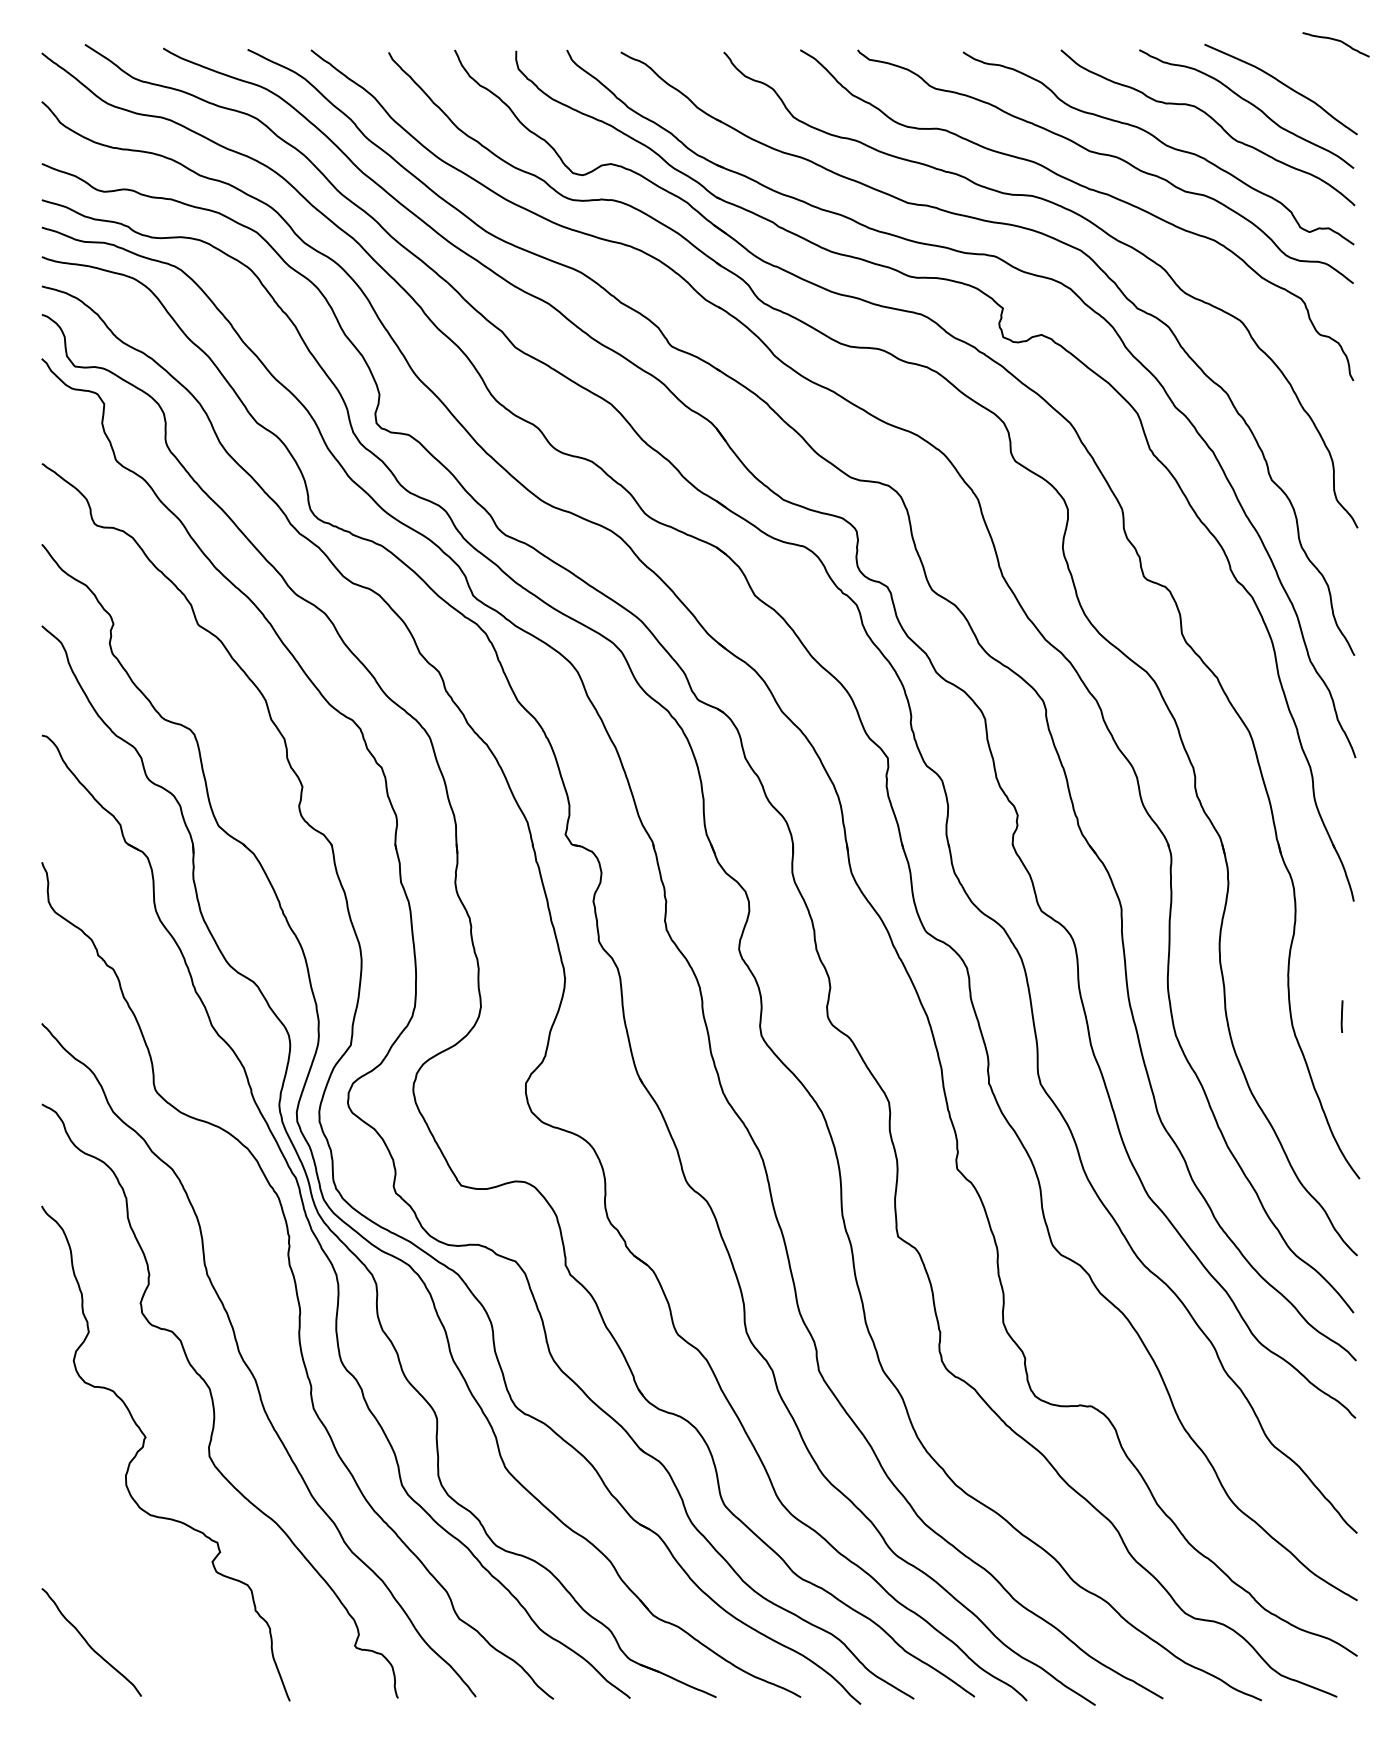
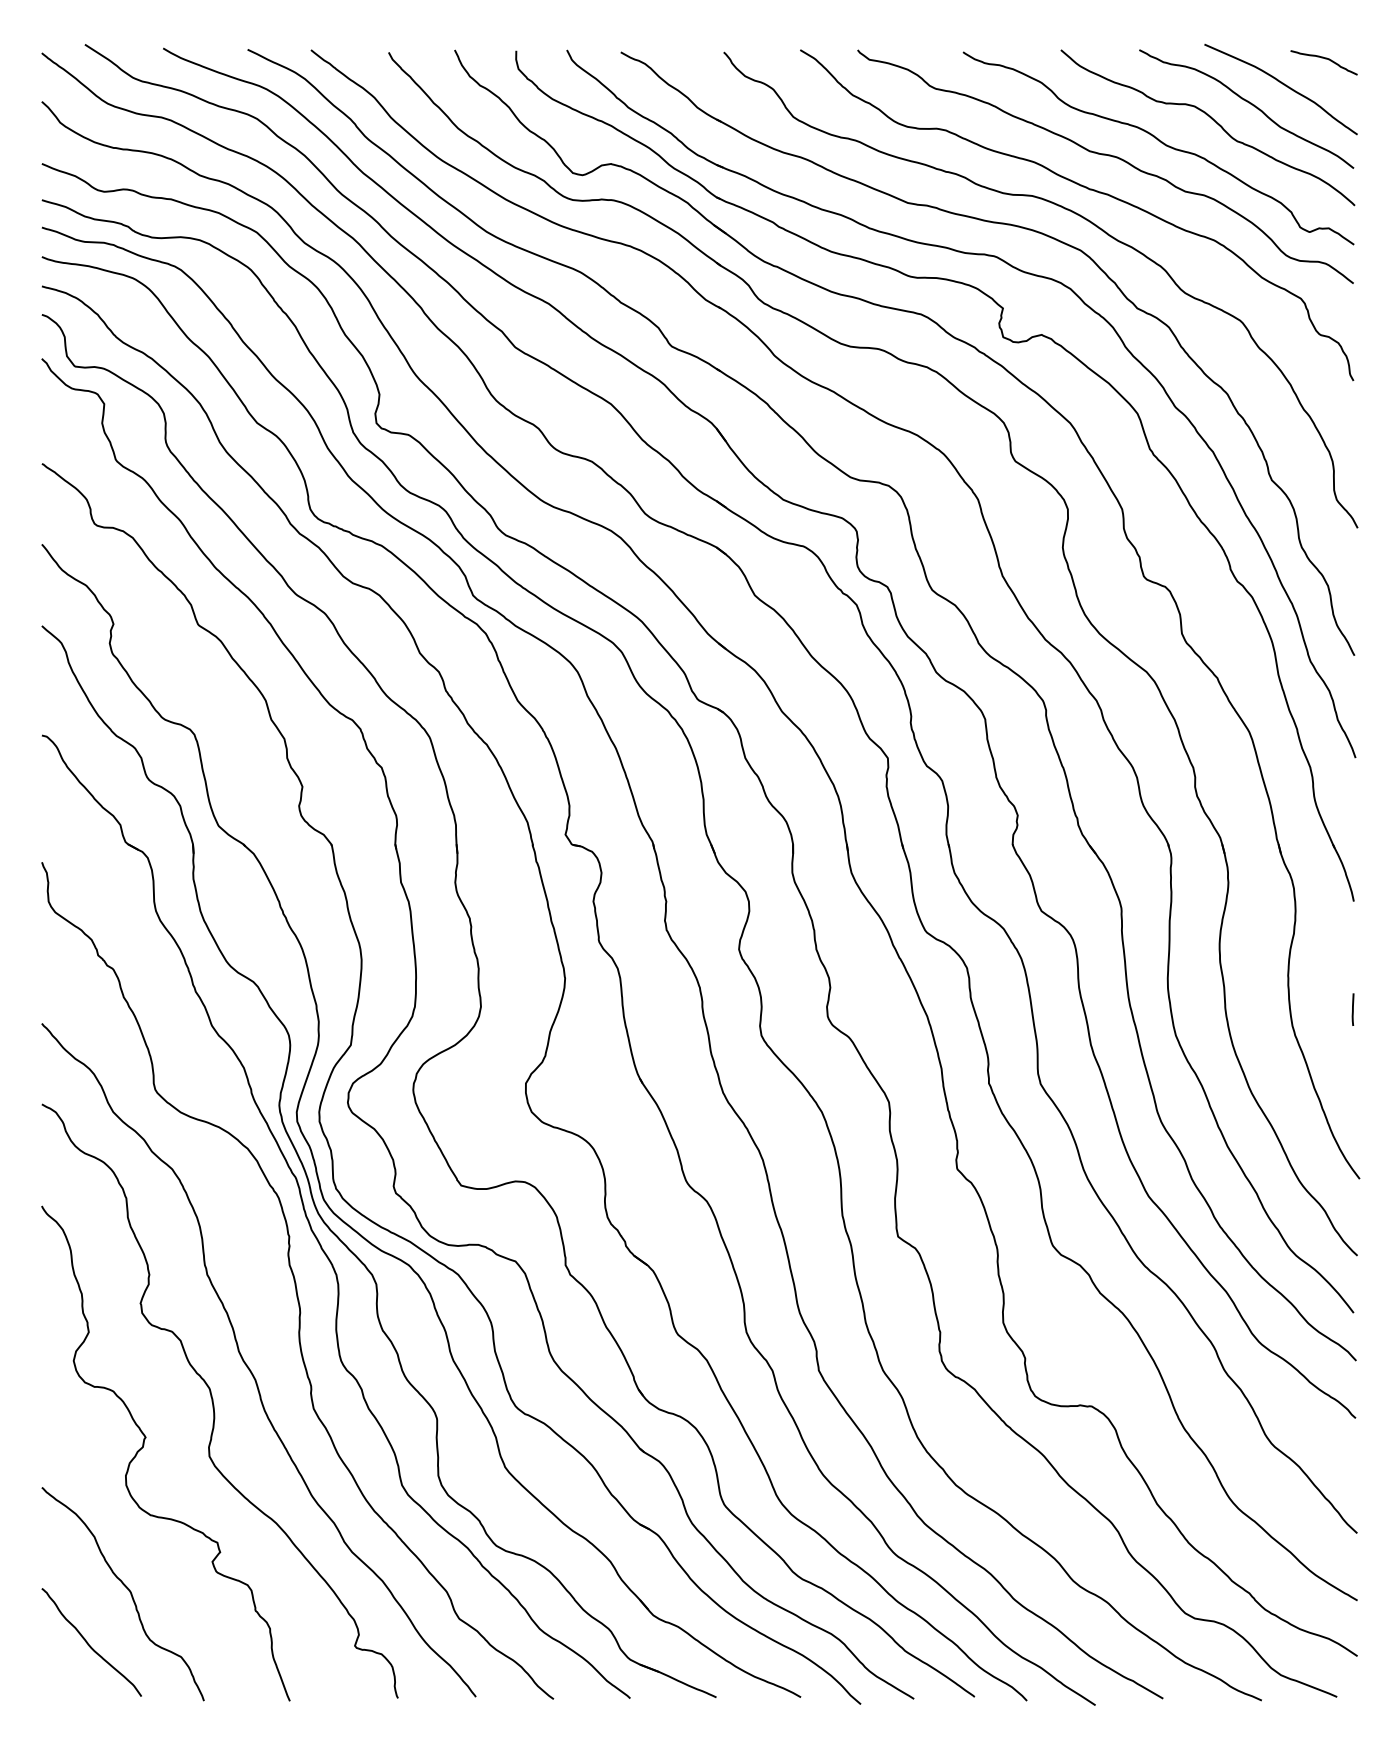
curve at (1337, 41) position: (1337, 41) -> (1325, 59)
curve at (1341, 1016) position: (1341, 1016) -> (1352, 1009)
curve at (127, 1589): none -> present
